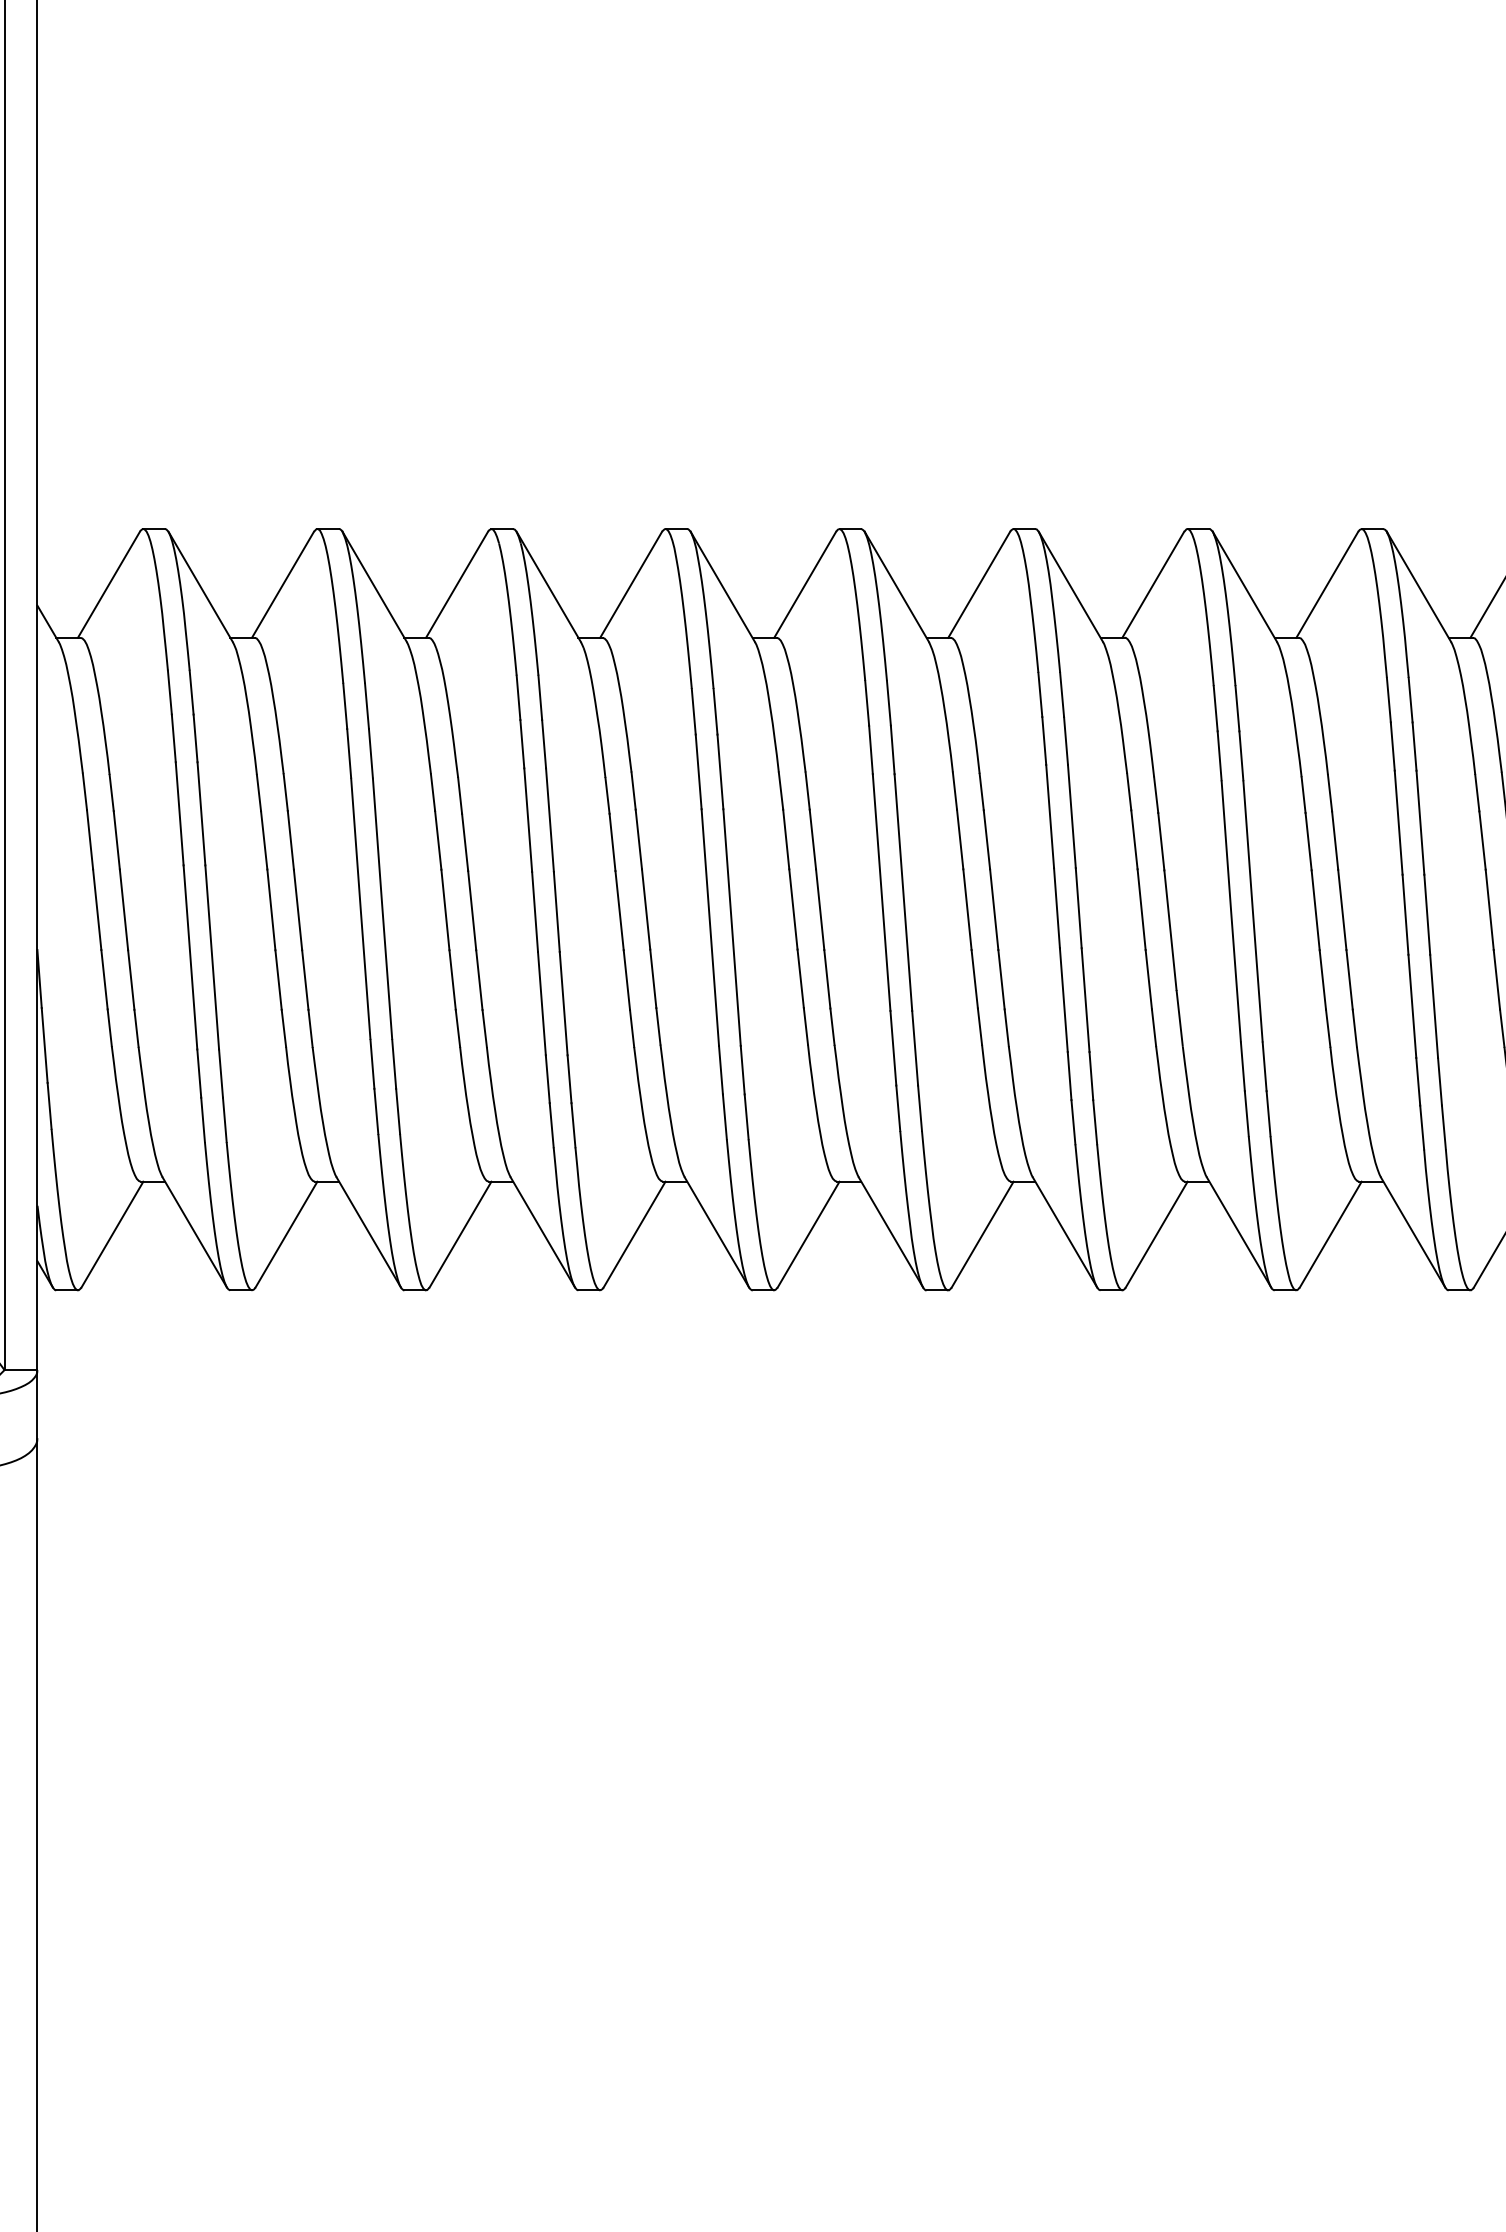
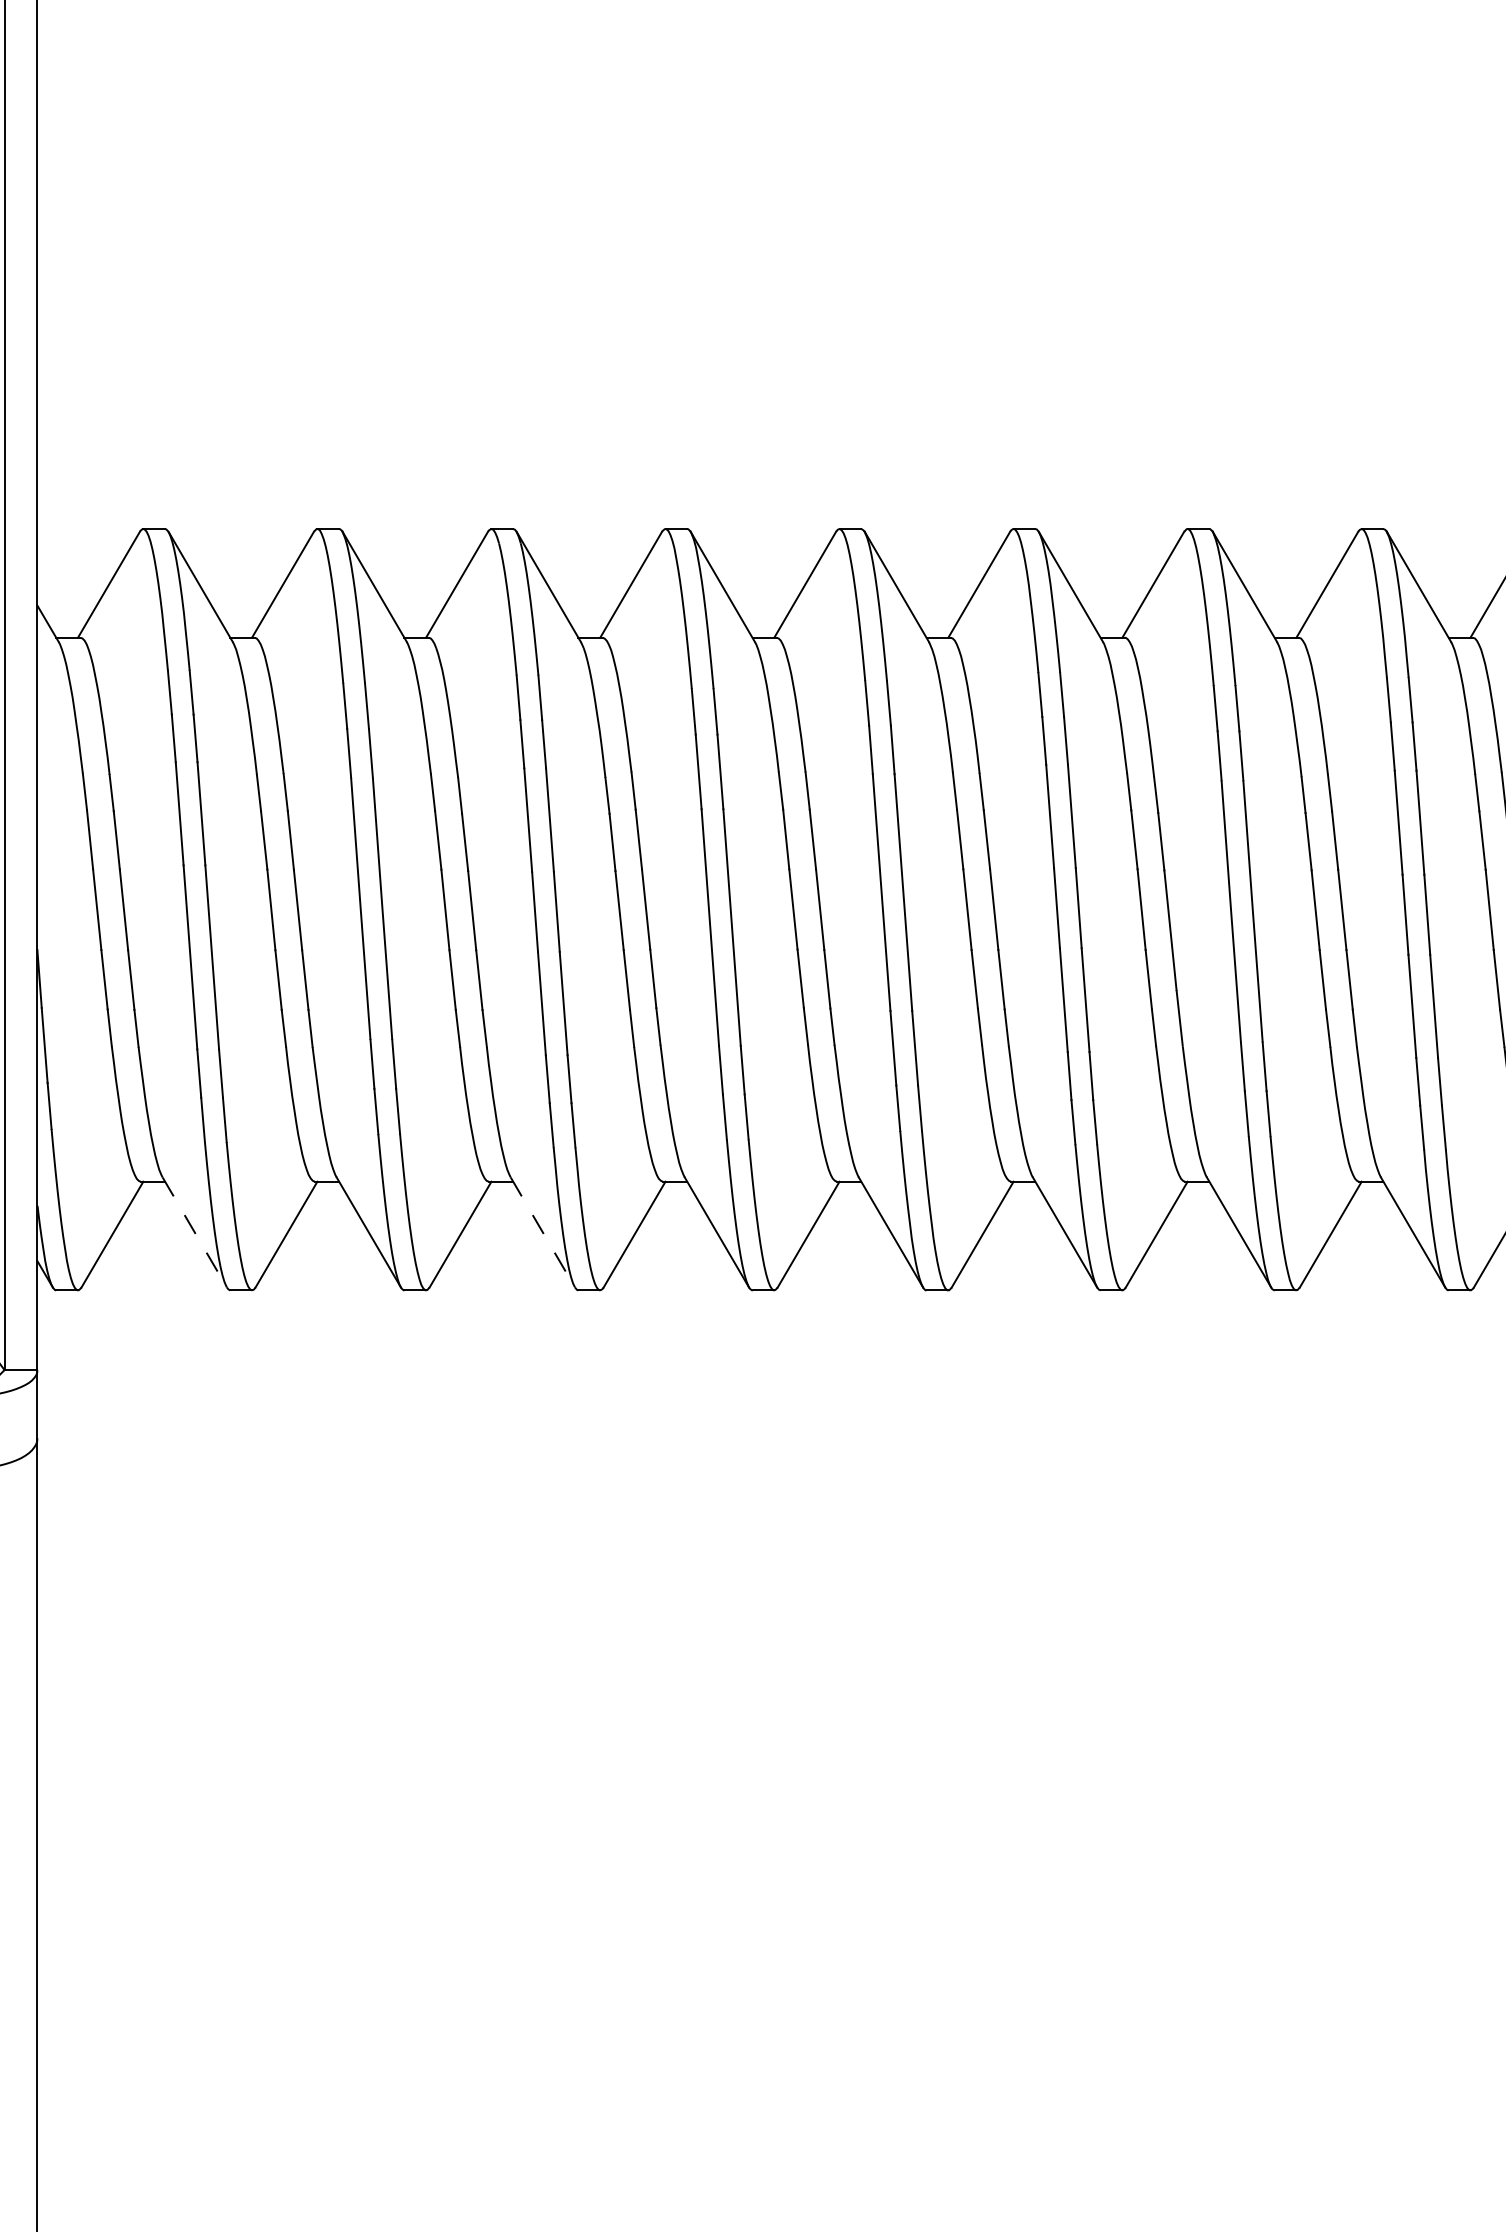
line at (194, 1232): solid -> dashed
line at (542, 1232): solid -> dashed
